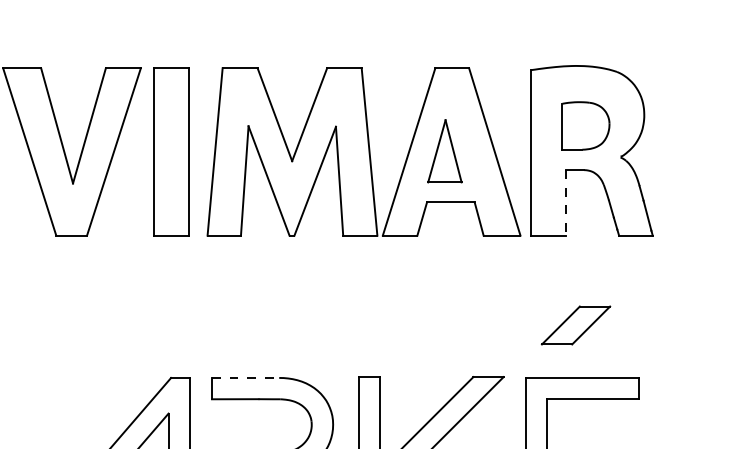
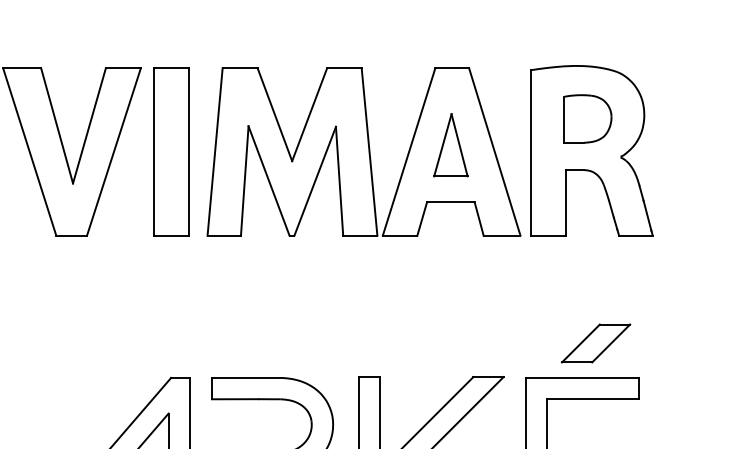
part at (585, 125) position: (585, 125) -> (587, 118)
part at (444, 151) position: (444, 151) -> (450, 145)
line at (565, 202): dashed -> solid
part at (575, 325) position: (575, 325) -> (595, 343)
line at (245, 377): dashed -> solid
